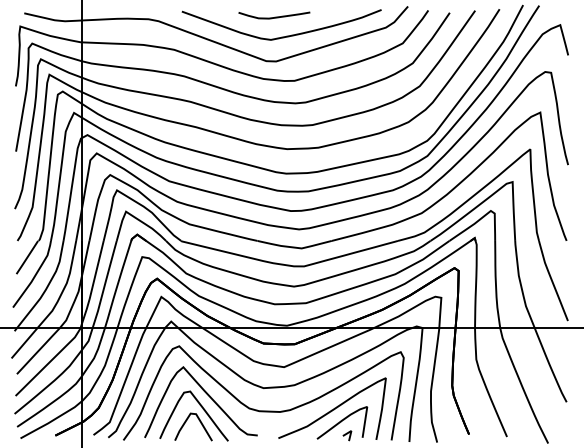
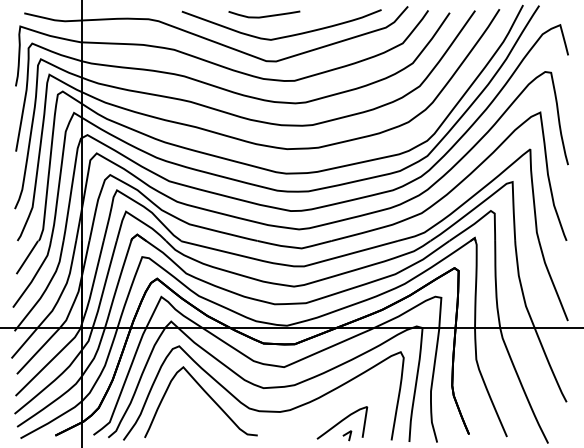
curve at (274, 16) position: (274, 16) -> (264, 15)
curve at (333, 408): present -> none
part at (193, 415): present -> none
